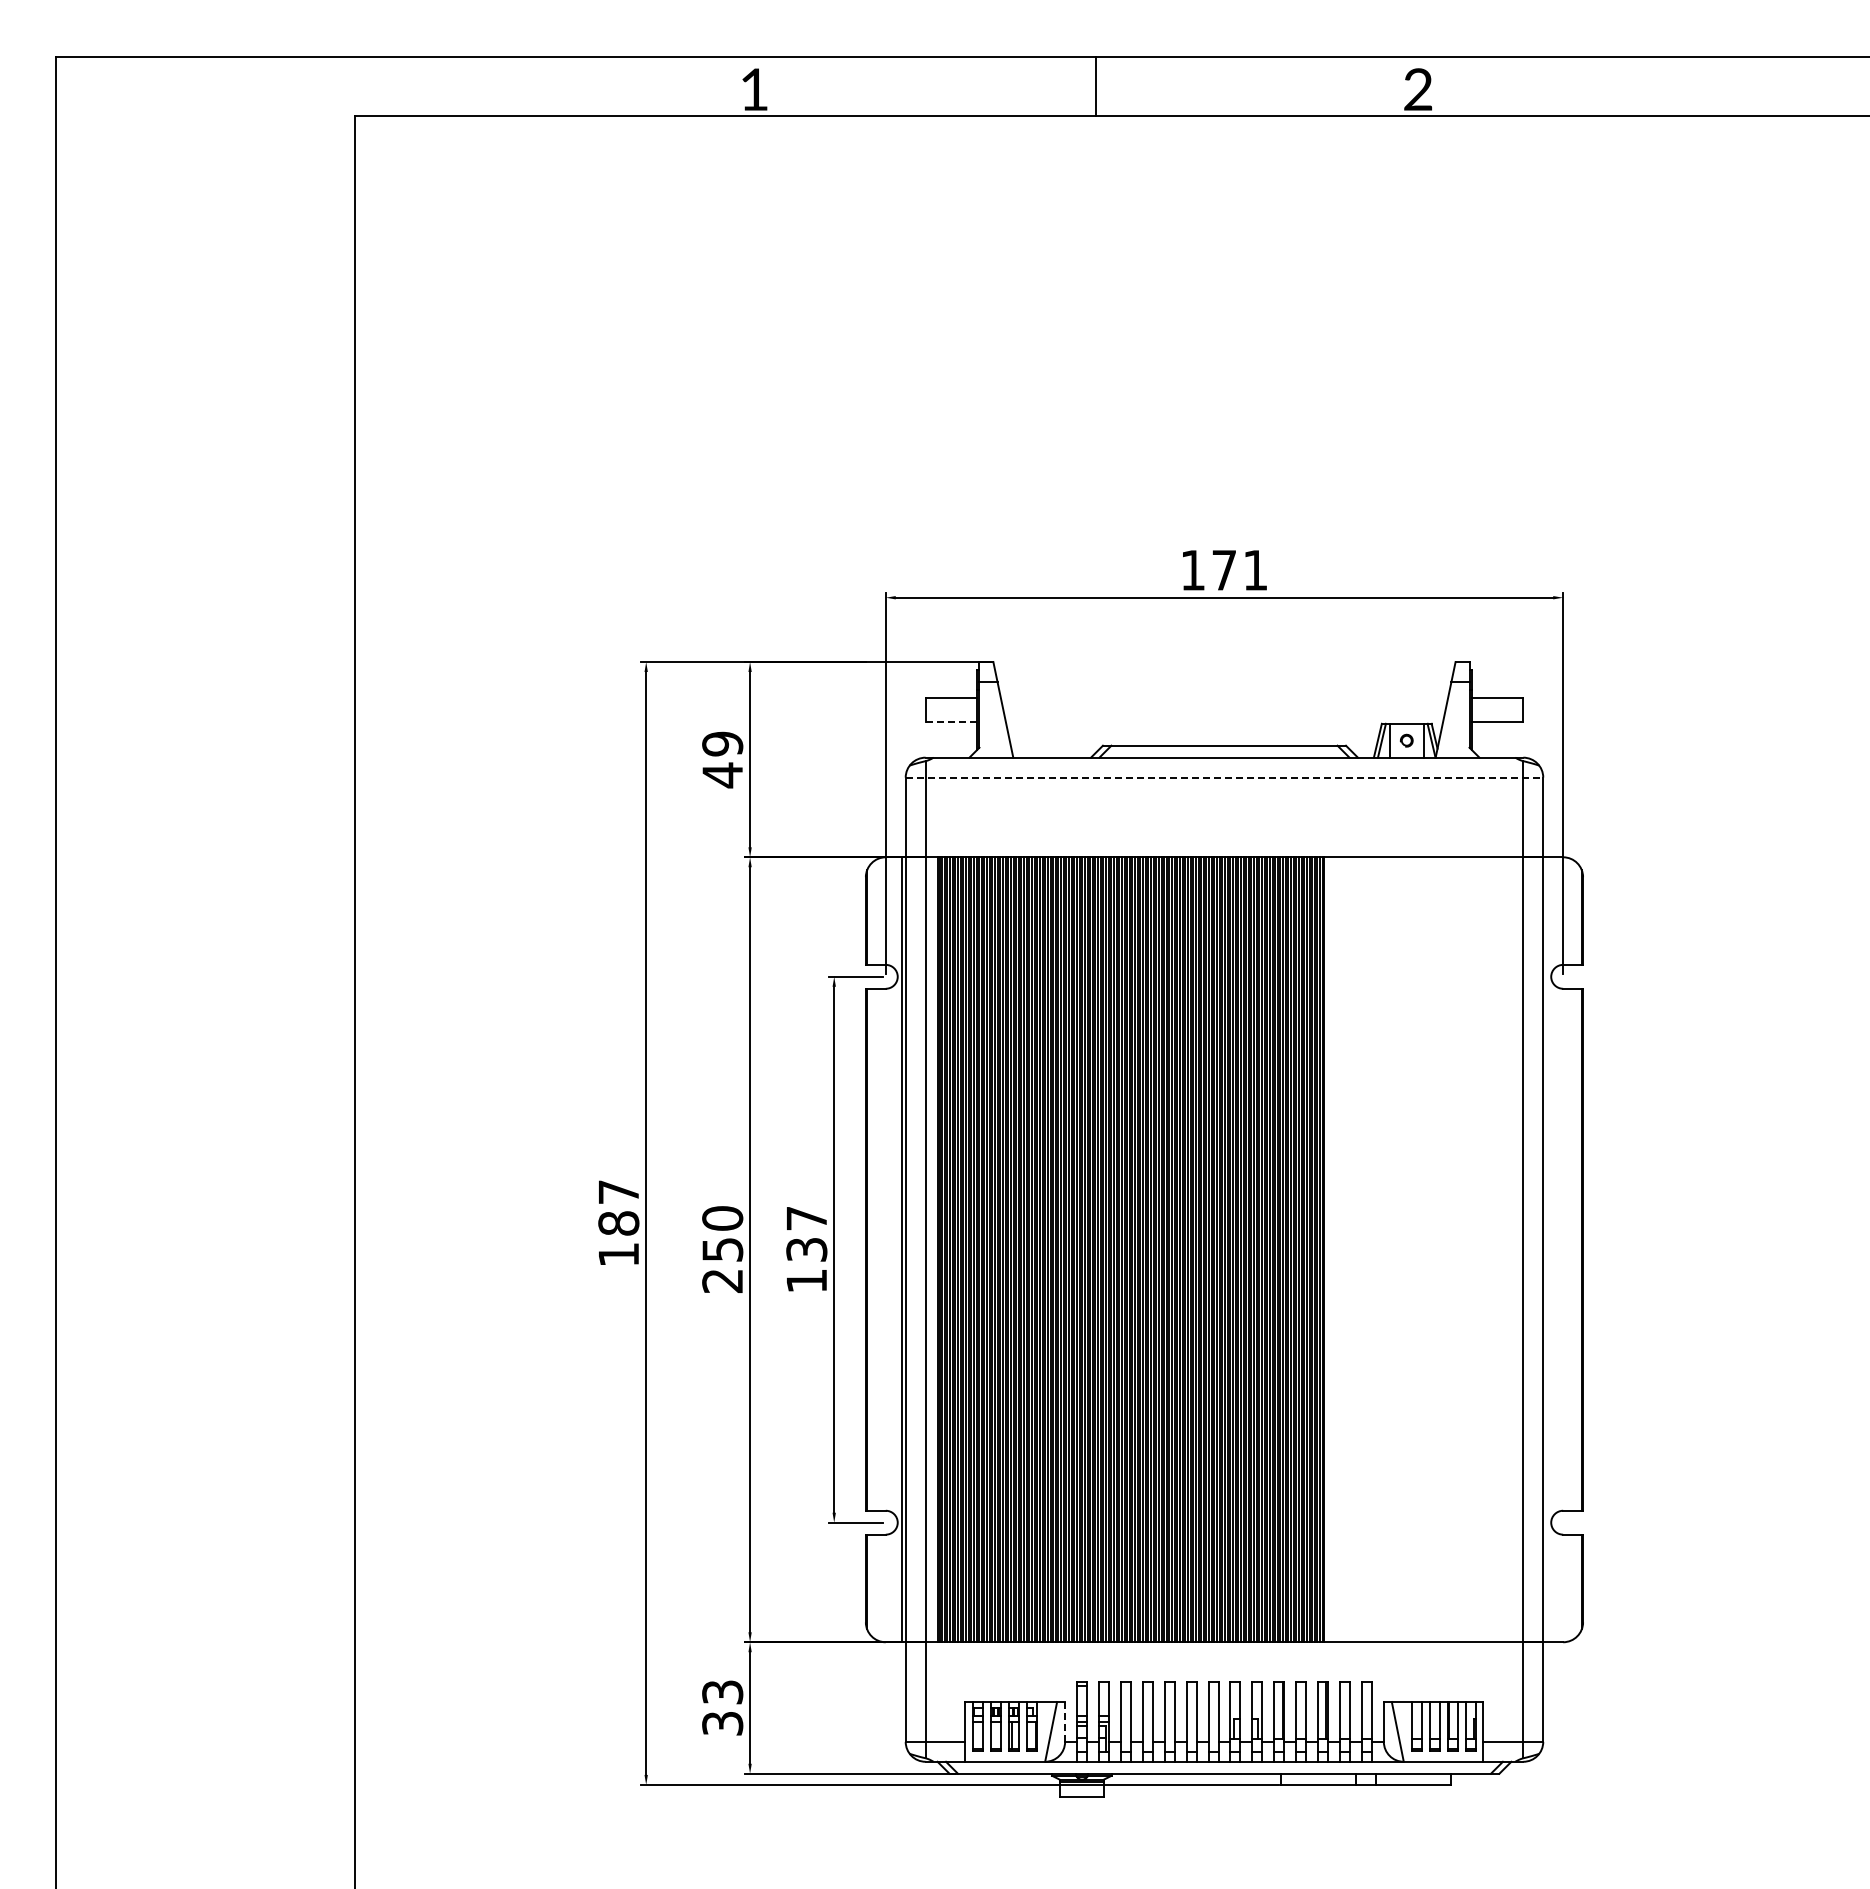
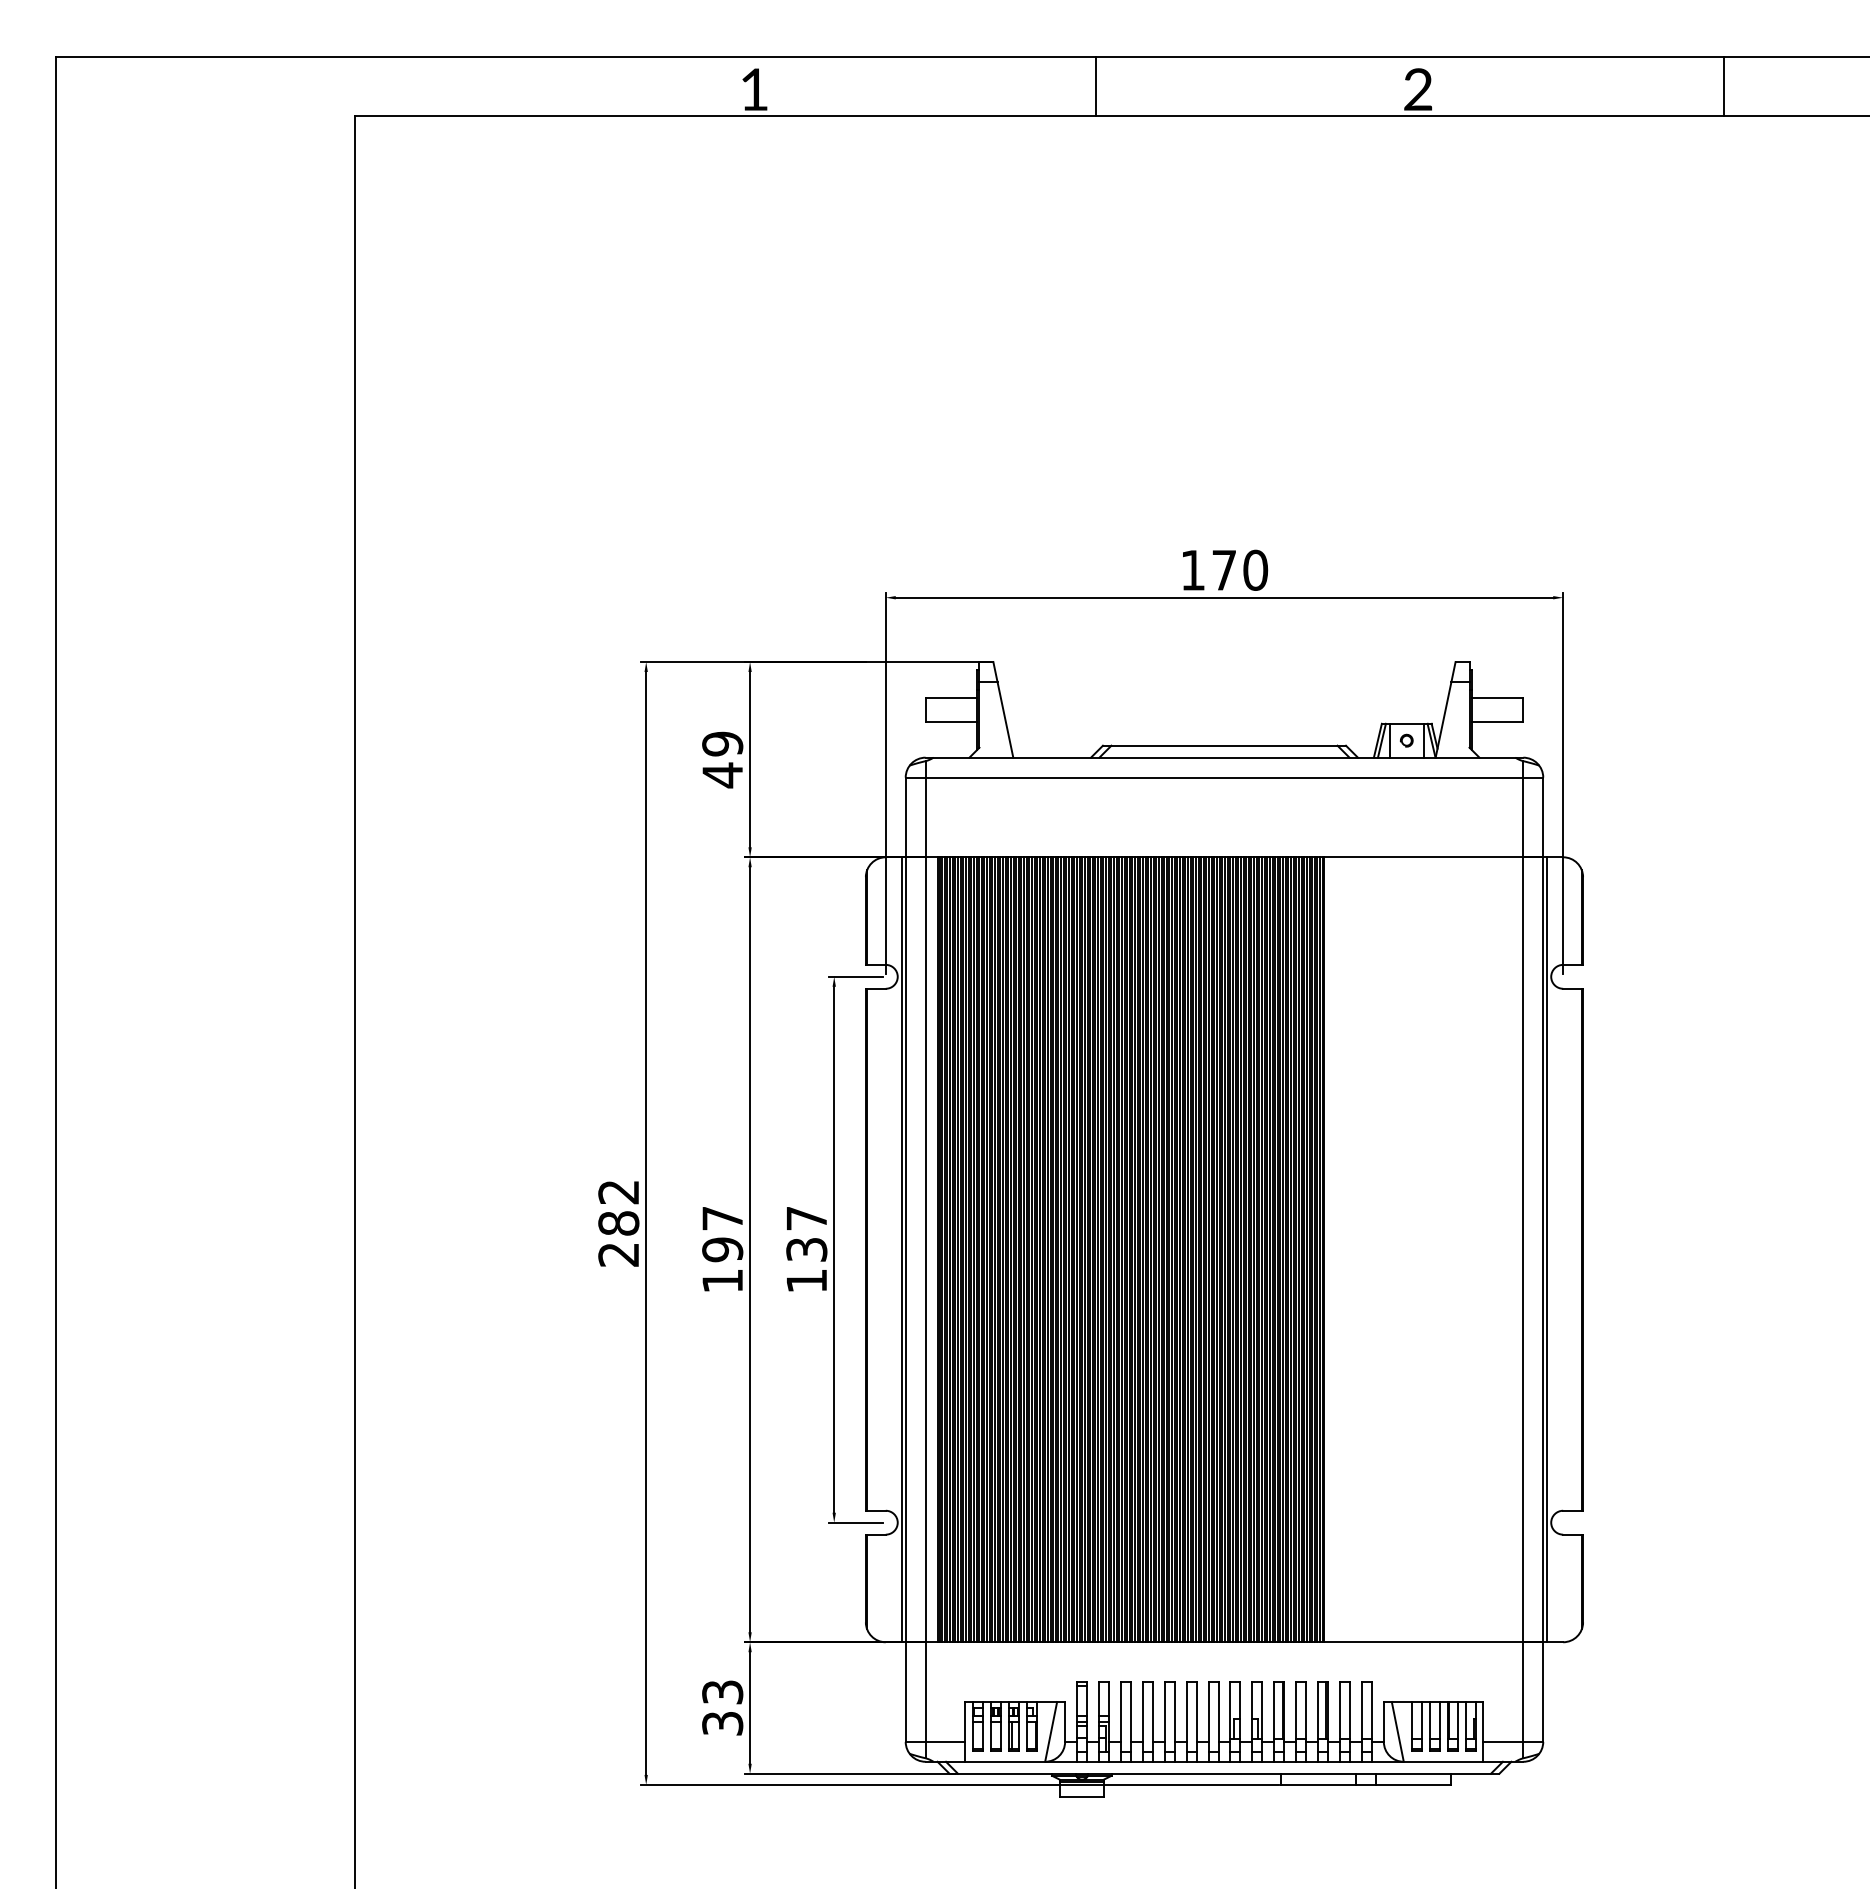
line at (1723, 86): none -> present
text at (1255, 569): 171 -> 170
line at (951, 721): dashed -> solid
line at (1224, 777): dashed -> solid
text at (618, 1223): 187 -> 282
text at (722, 1249): 250 -> 197
line at (1547, 1249): none -> present
line at (1065, 1721): dashed -> solid
